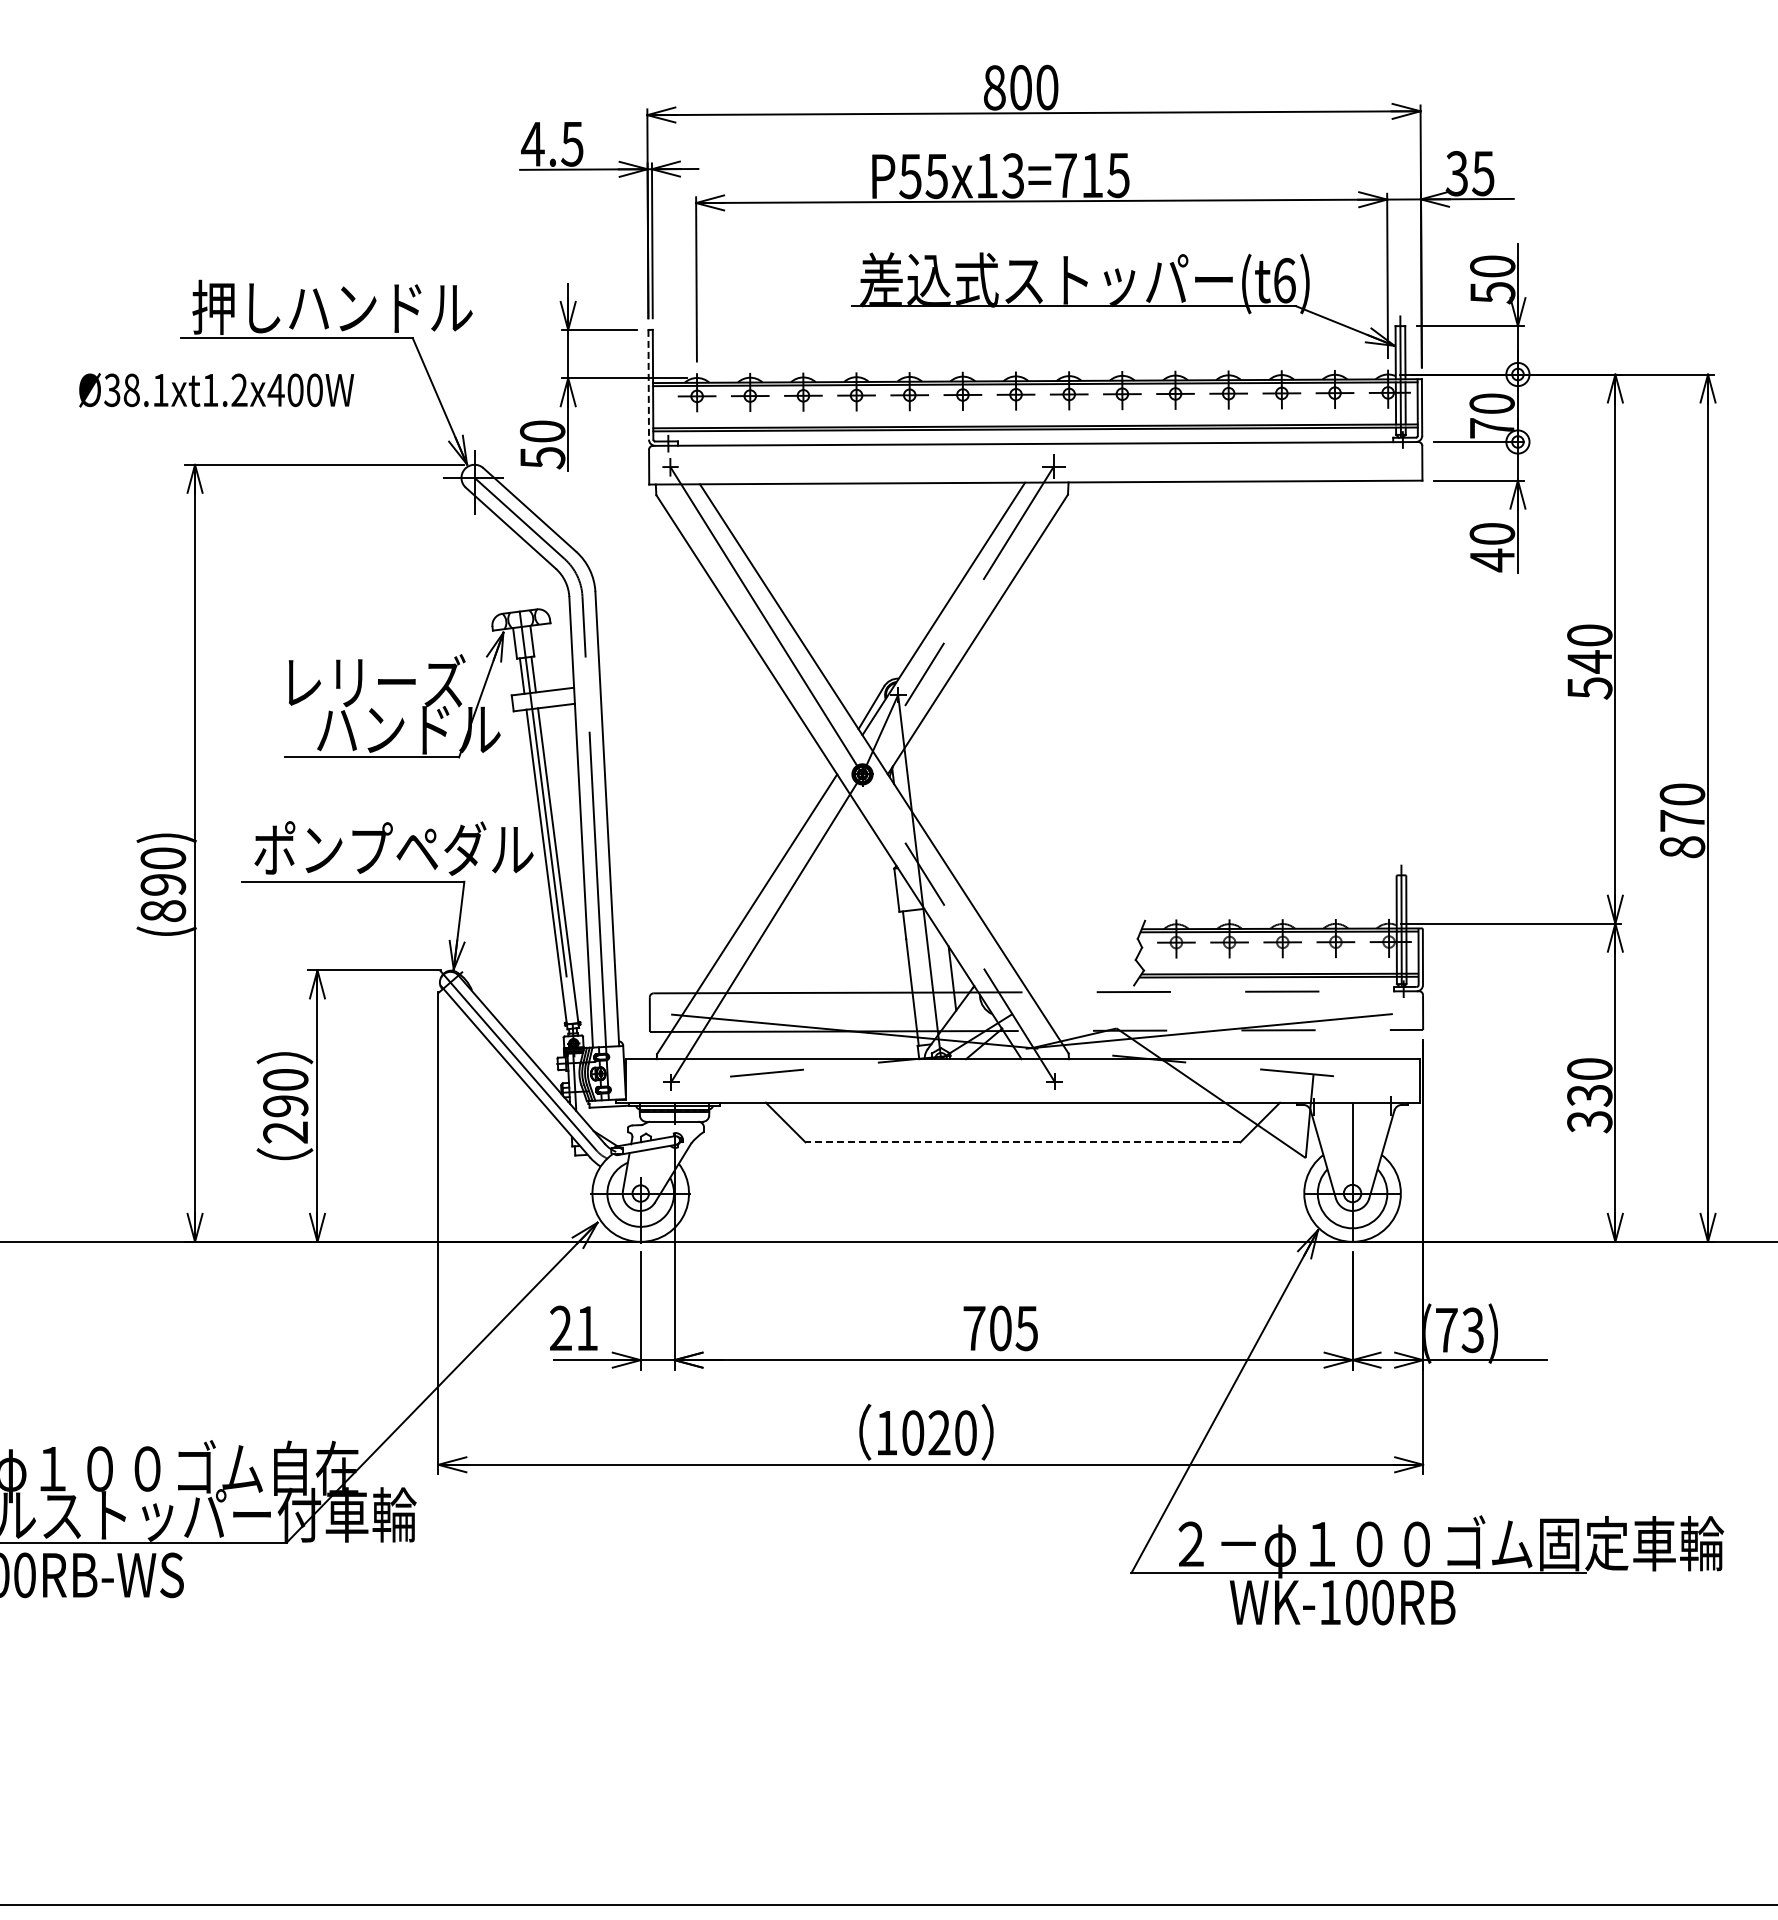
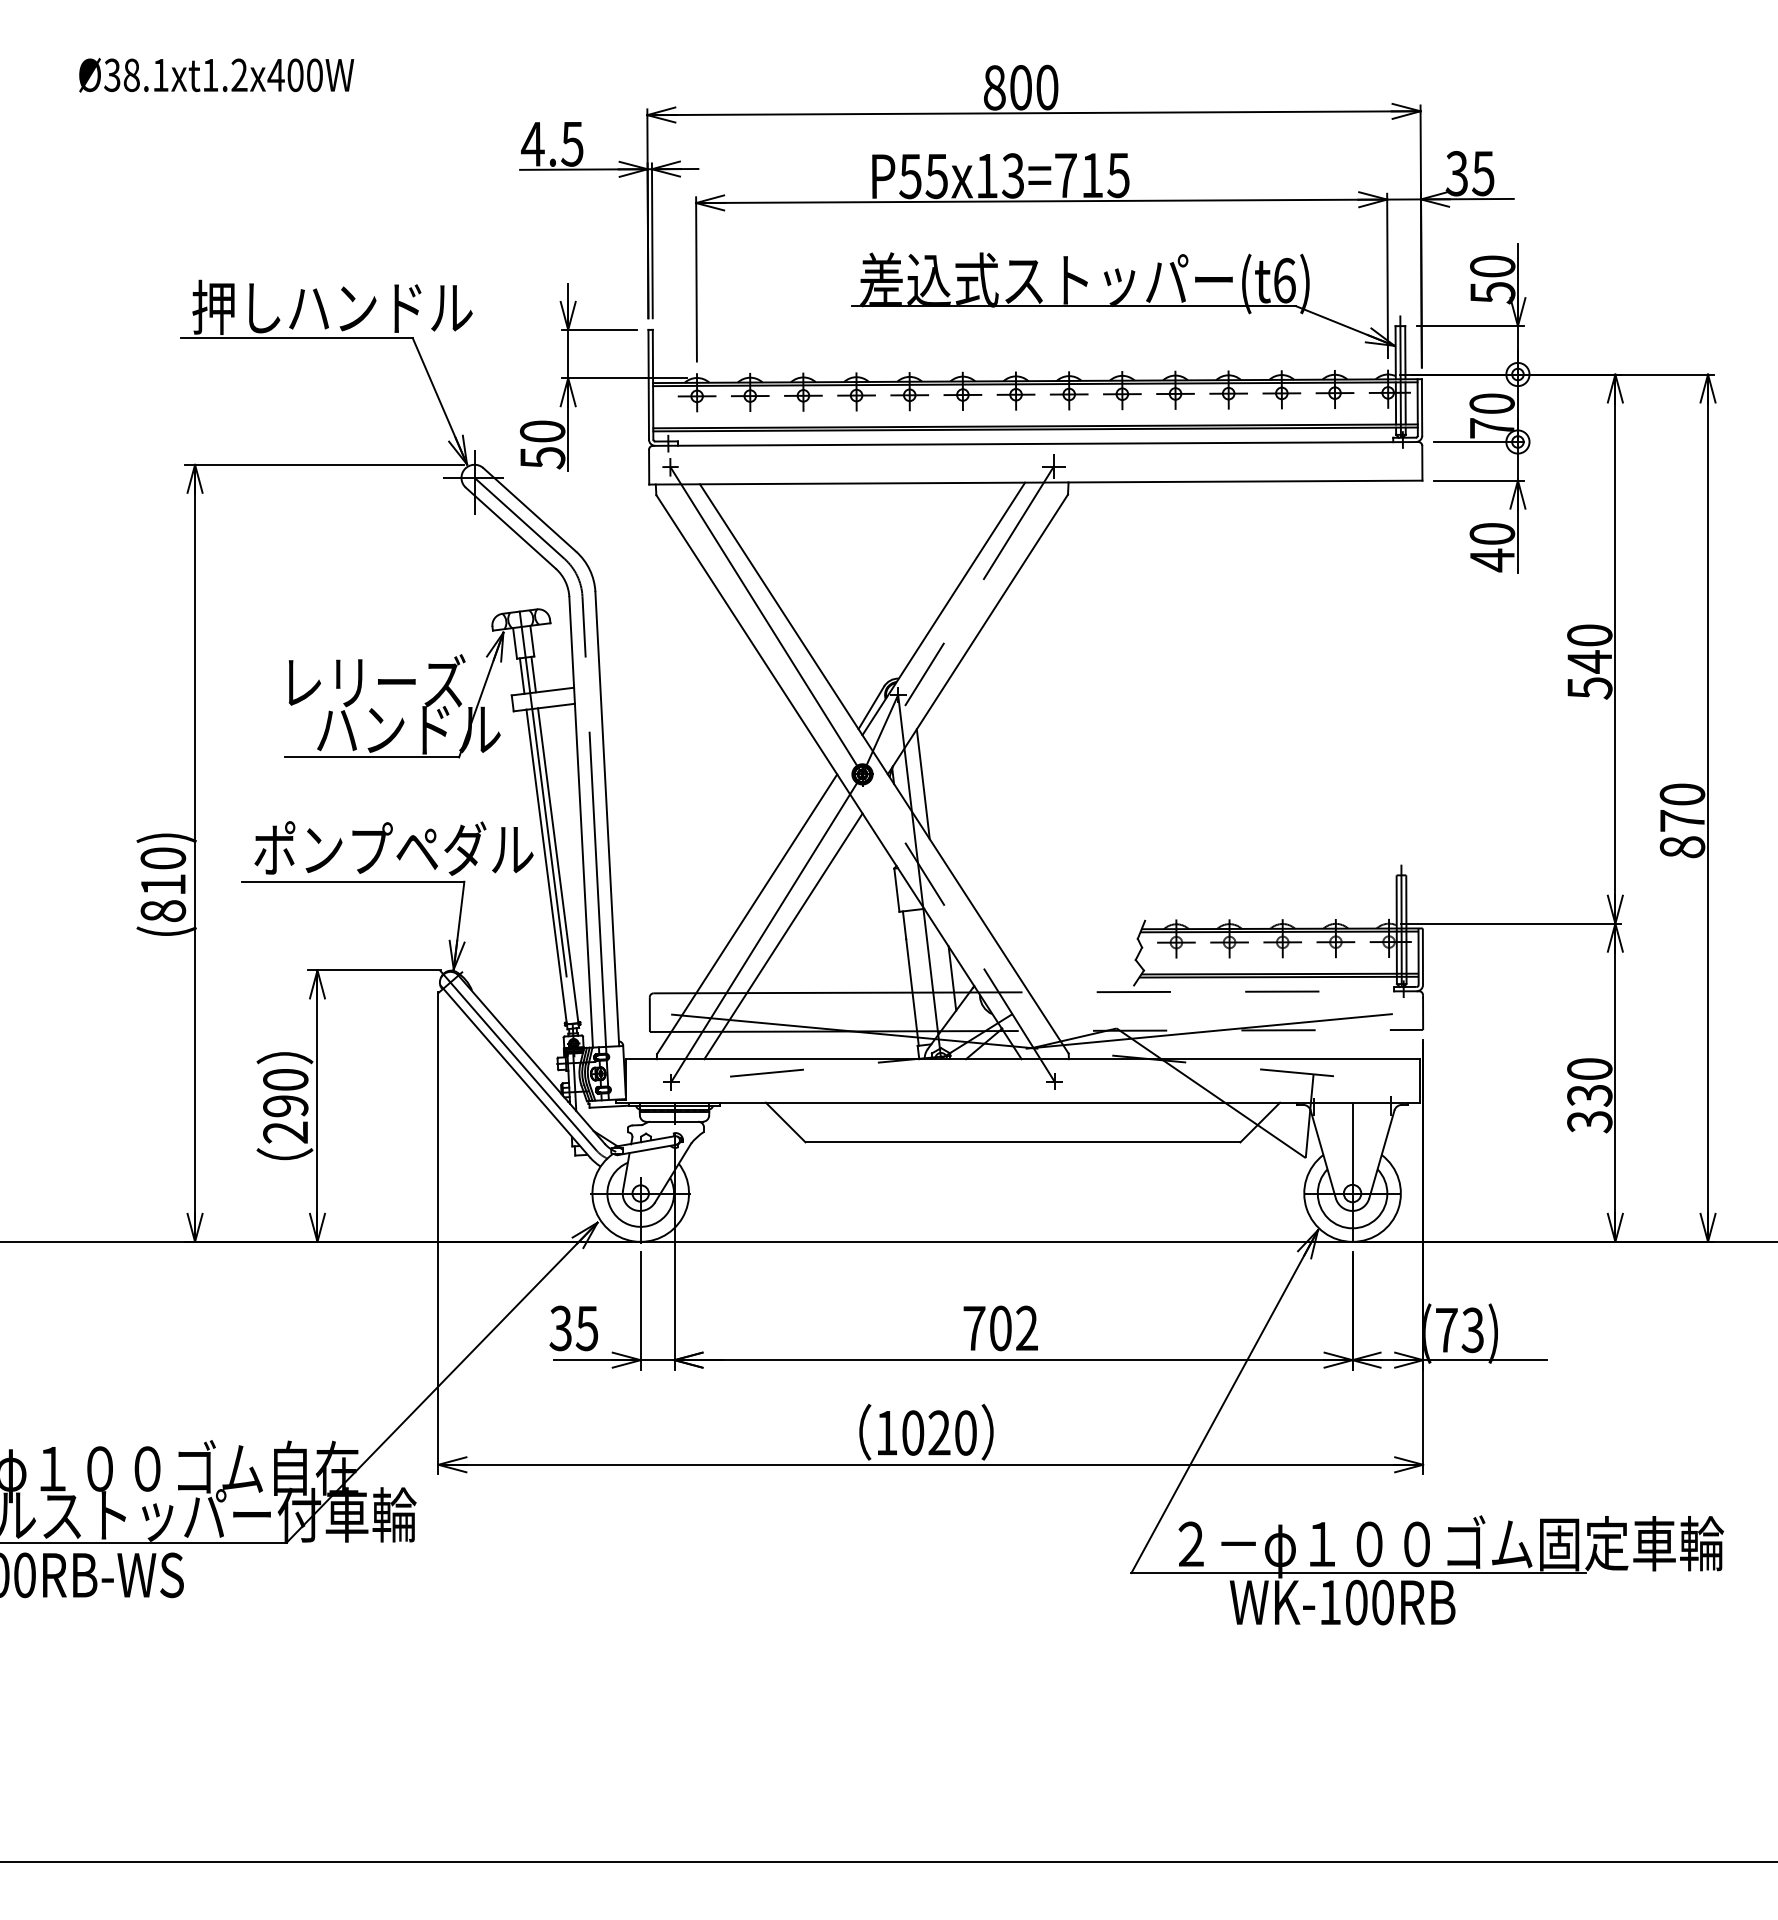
line at (648, 384): dashed -> solid
text at (216, 389) position: (216, 389) -> (216, 74)
line at (922, 784): none -> present
text at (163, 884): (890) -> (810)
line at (783, 936): none -> present
line at (1022, 1142): dashed -> solid
text at (573, 1328): 21 -> 35
text at (1026, 1328): 705 -> 702
line at (888, 1905) position: (888, 1905) -> (888, 1862)
